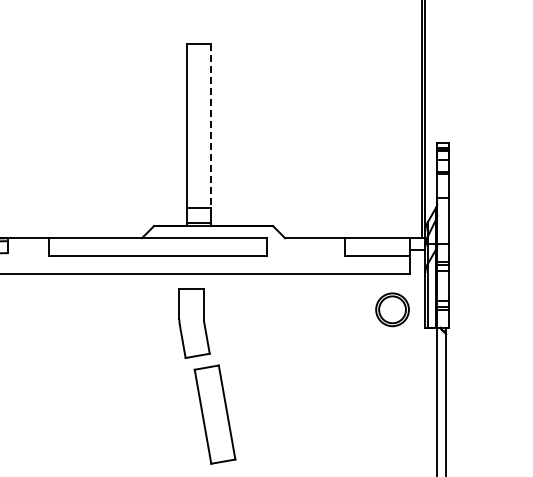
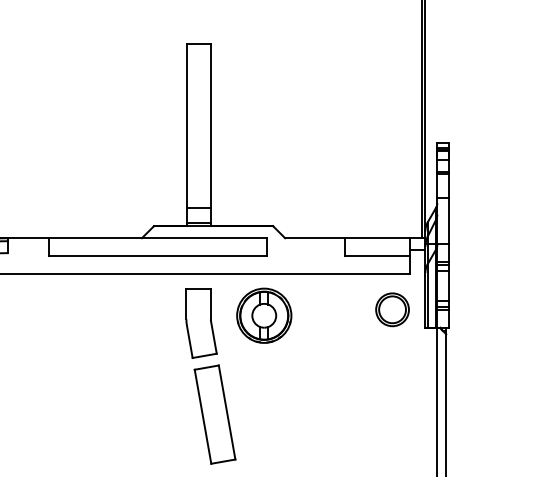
line at (210, 126): dashed -> solid
part at (264, 315): none -> present
part at (194, 323) position: (194, 323) -> (201, 323)
